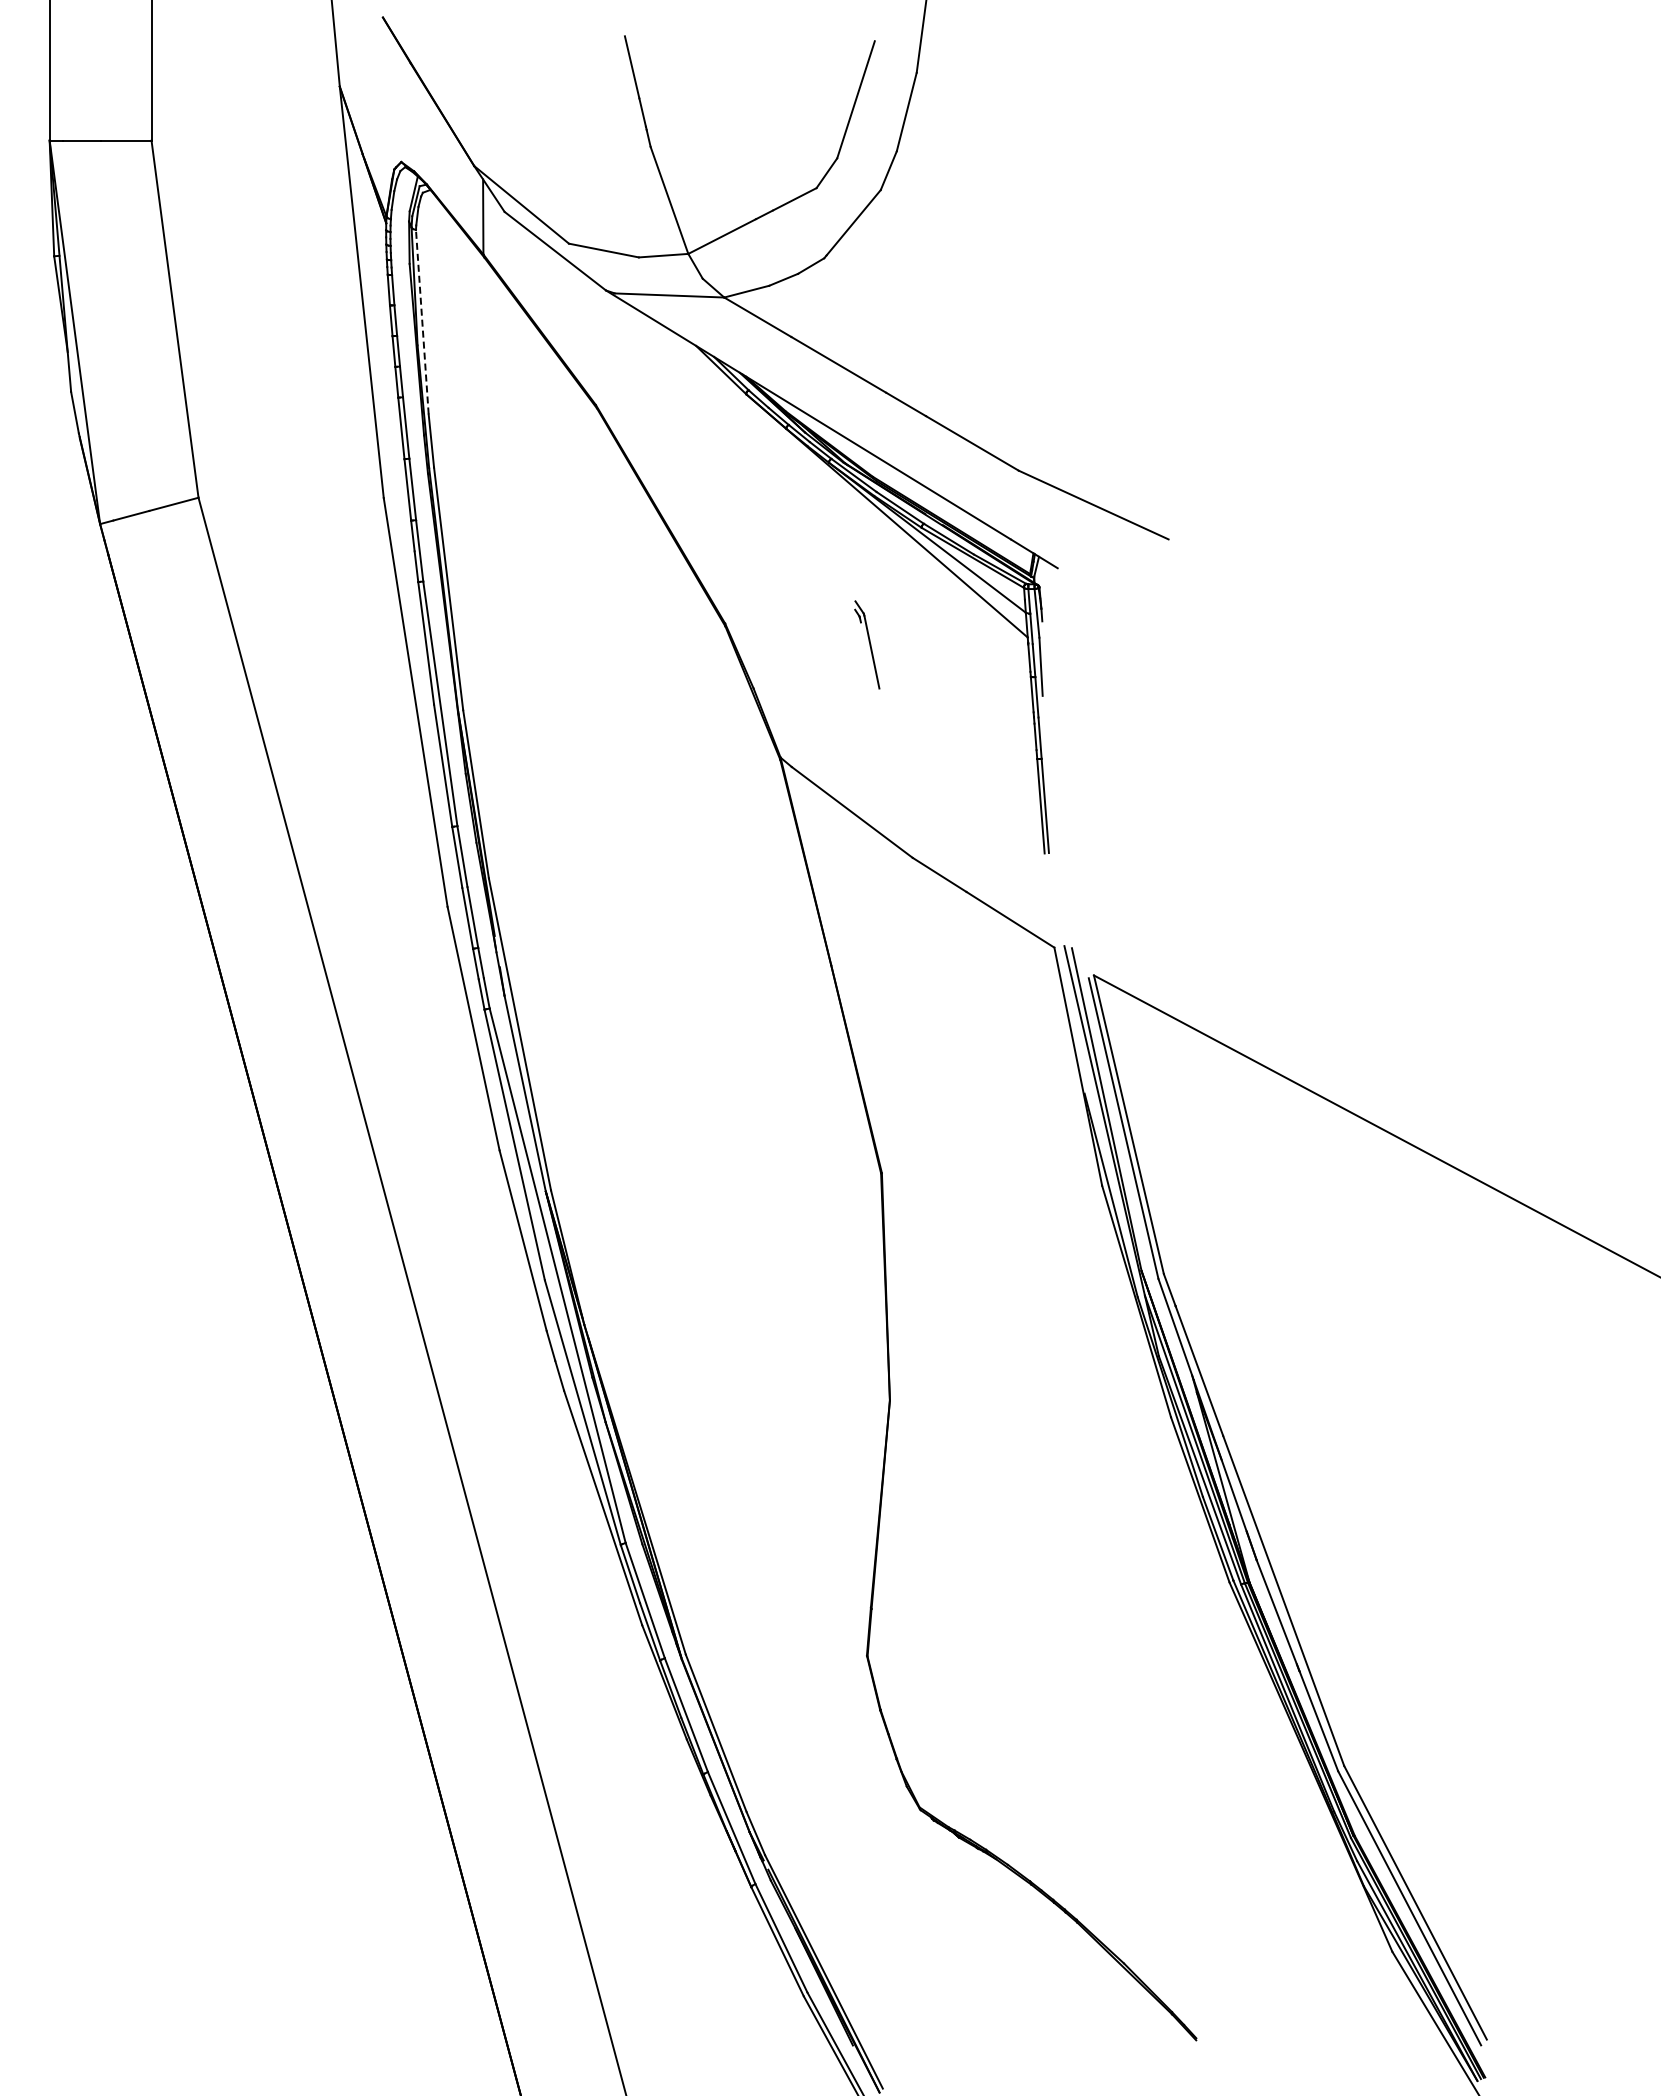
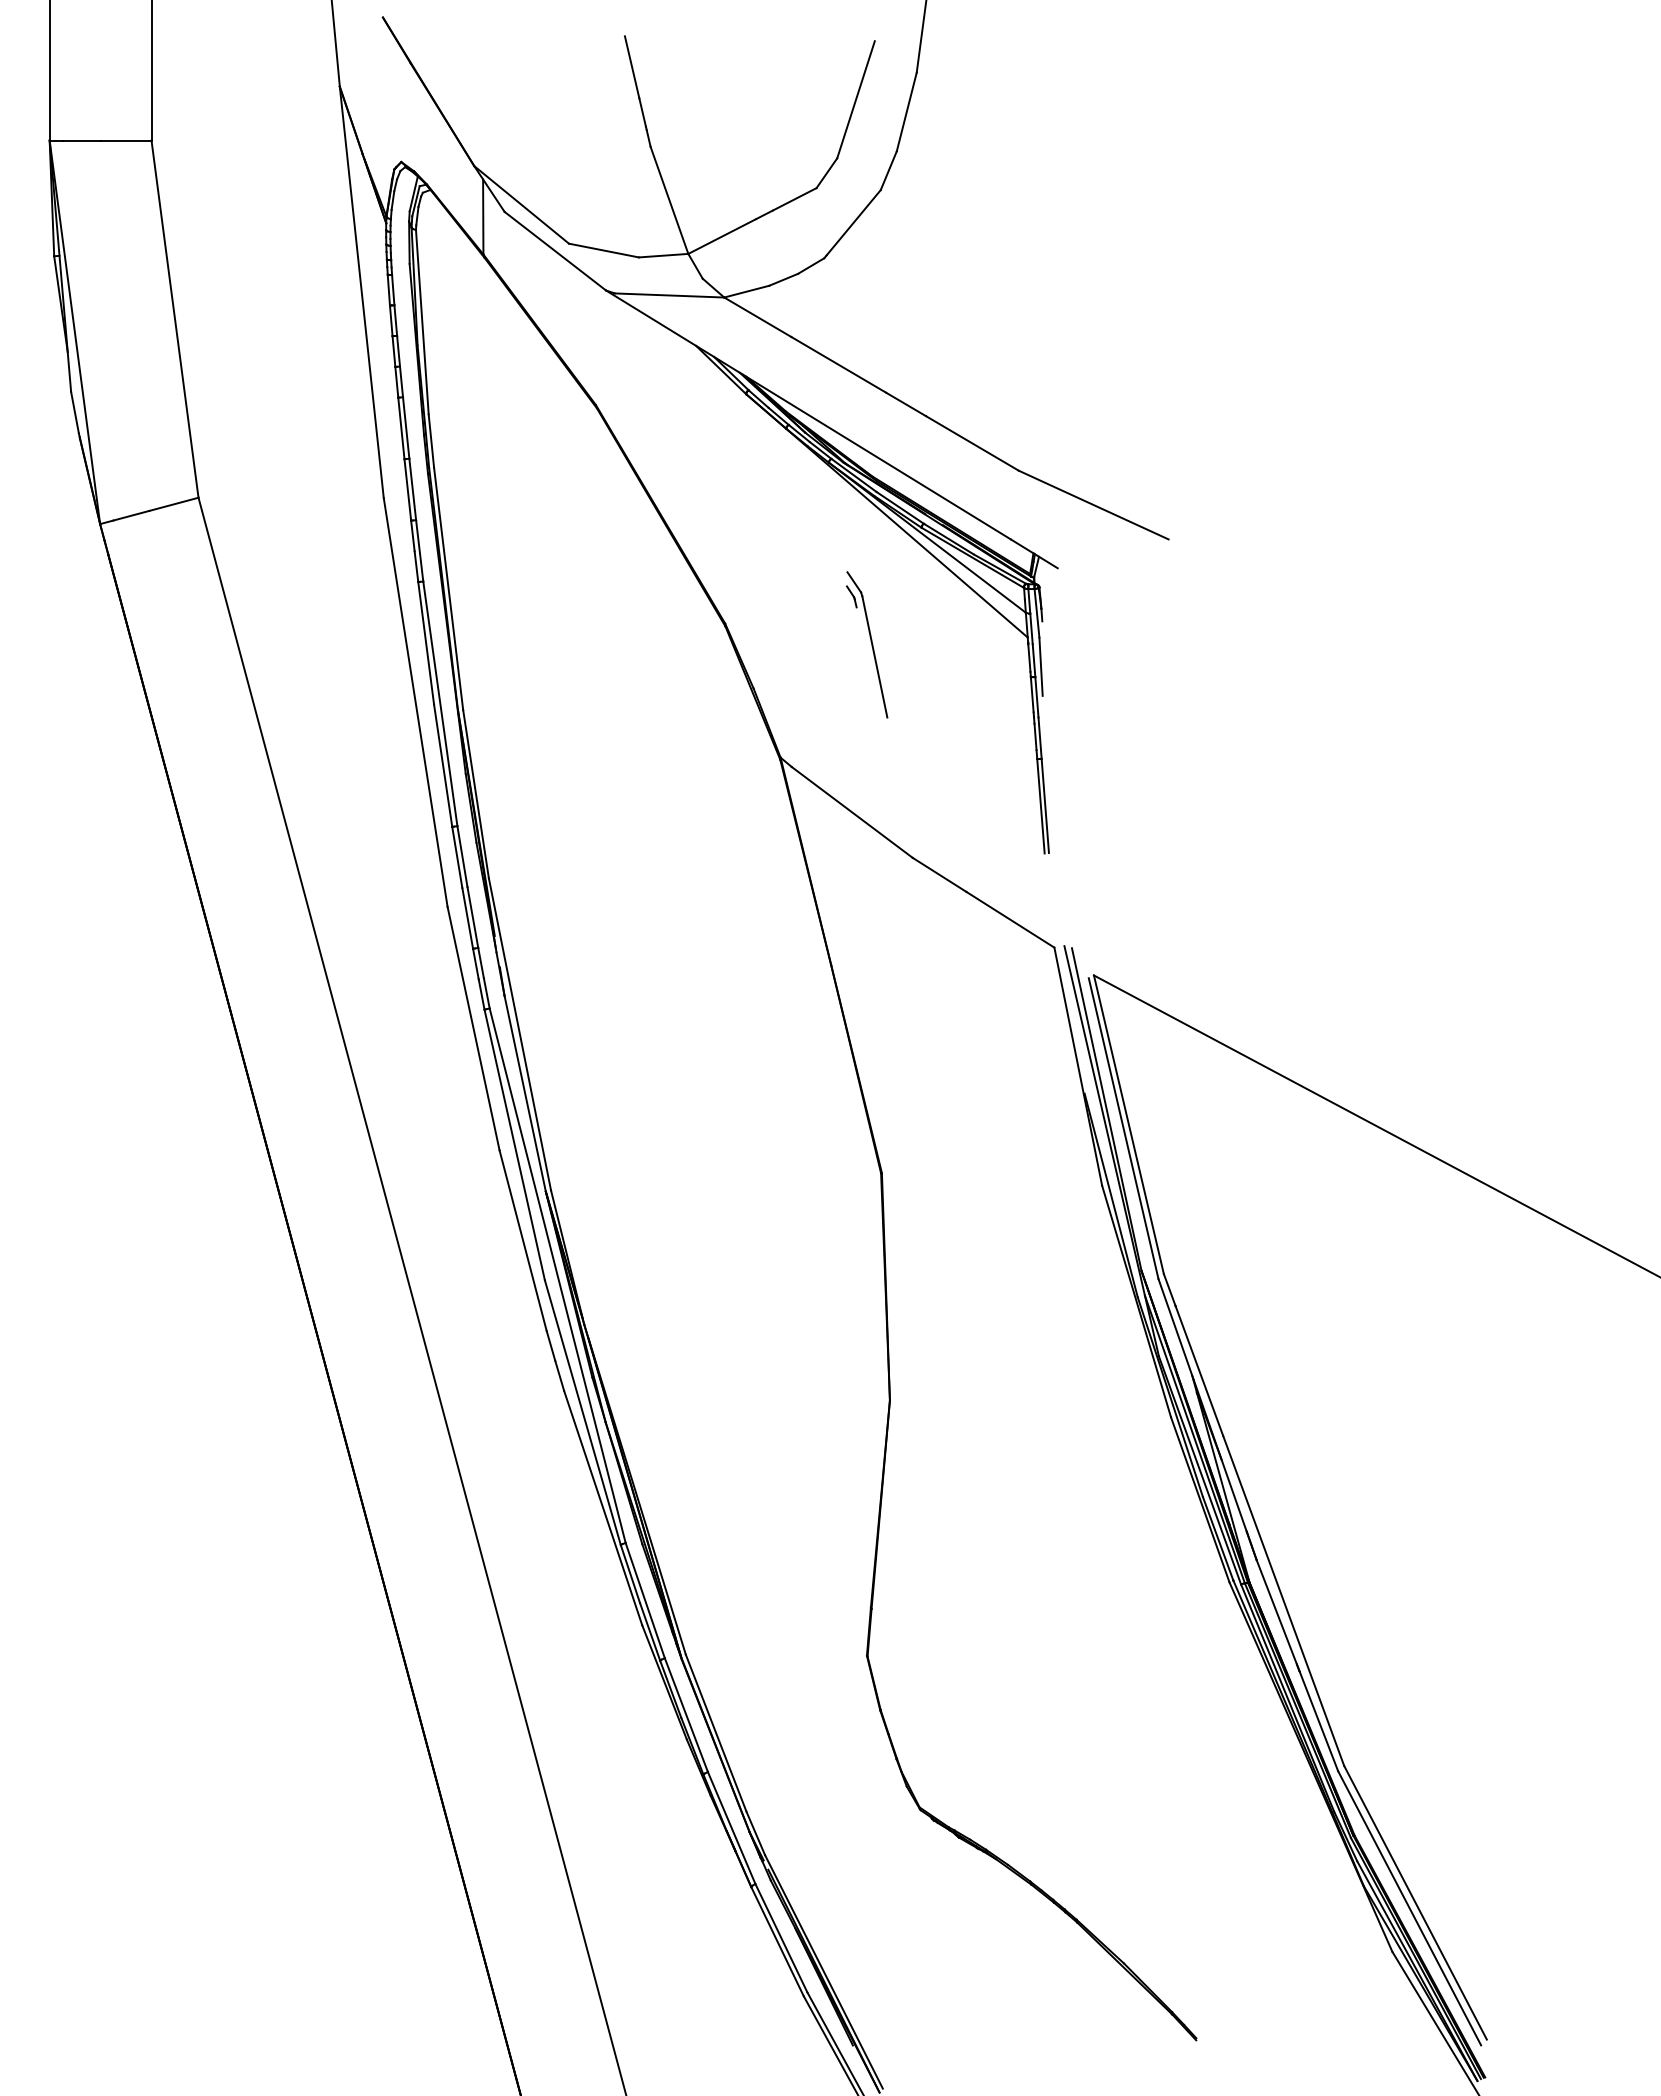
line at (422, 321): dashed -> solid
part at (867, 644) size: 27x90 px -> 43x148 px
